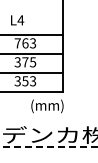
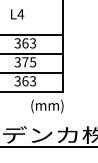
text at (17, 20) position: (17, 20) -> (17, 14)
text at (17, 43): 763 -> 363
text at (25, 81): 353 -> 363
line at (49, 147): dashed -> solid
